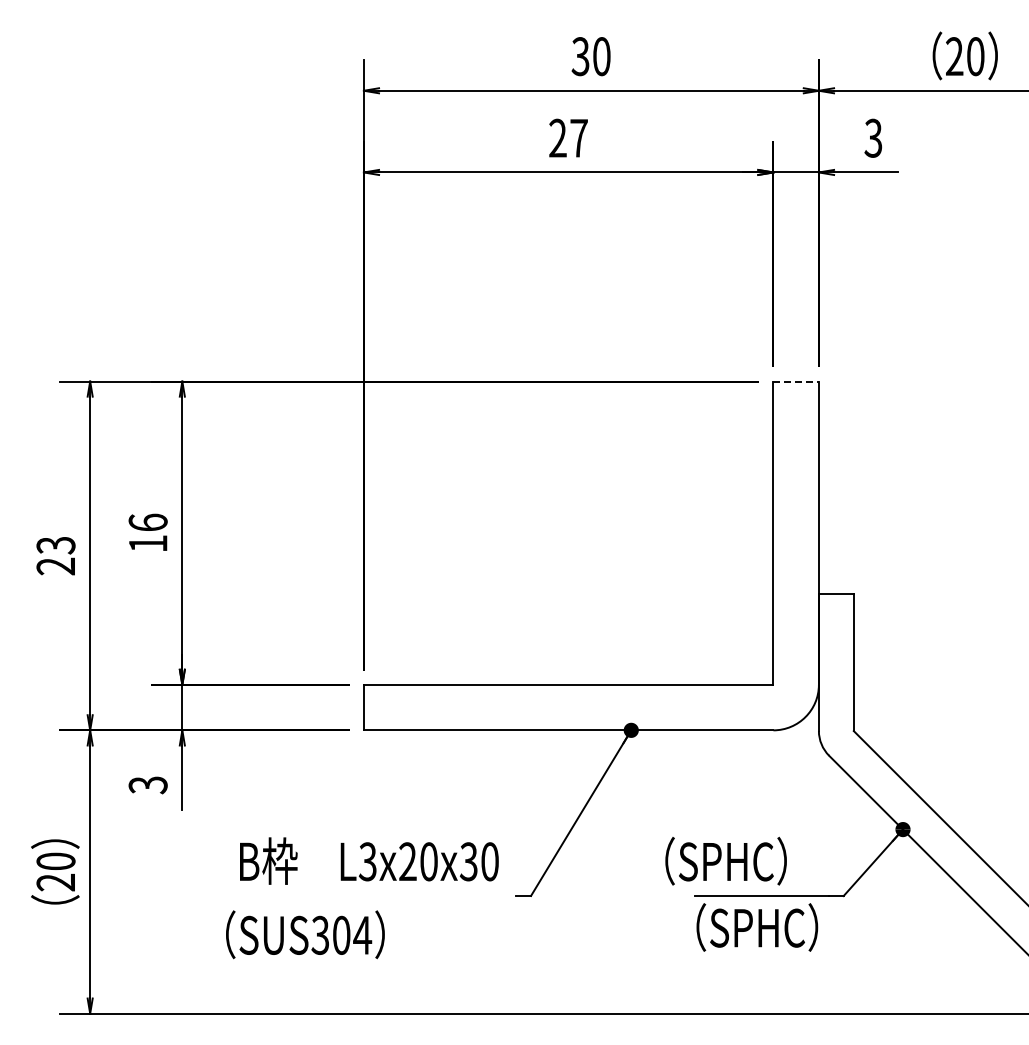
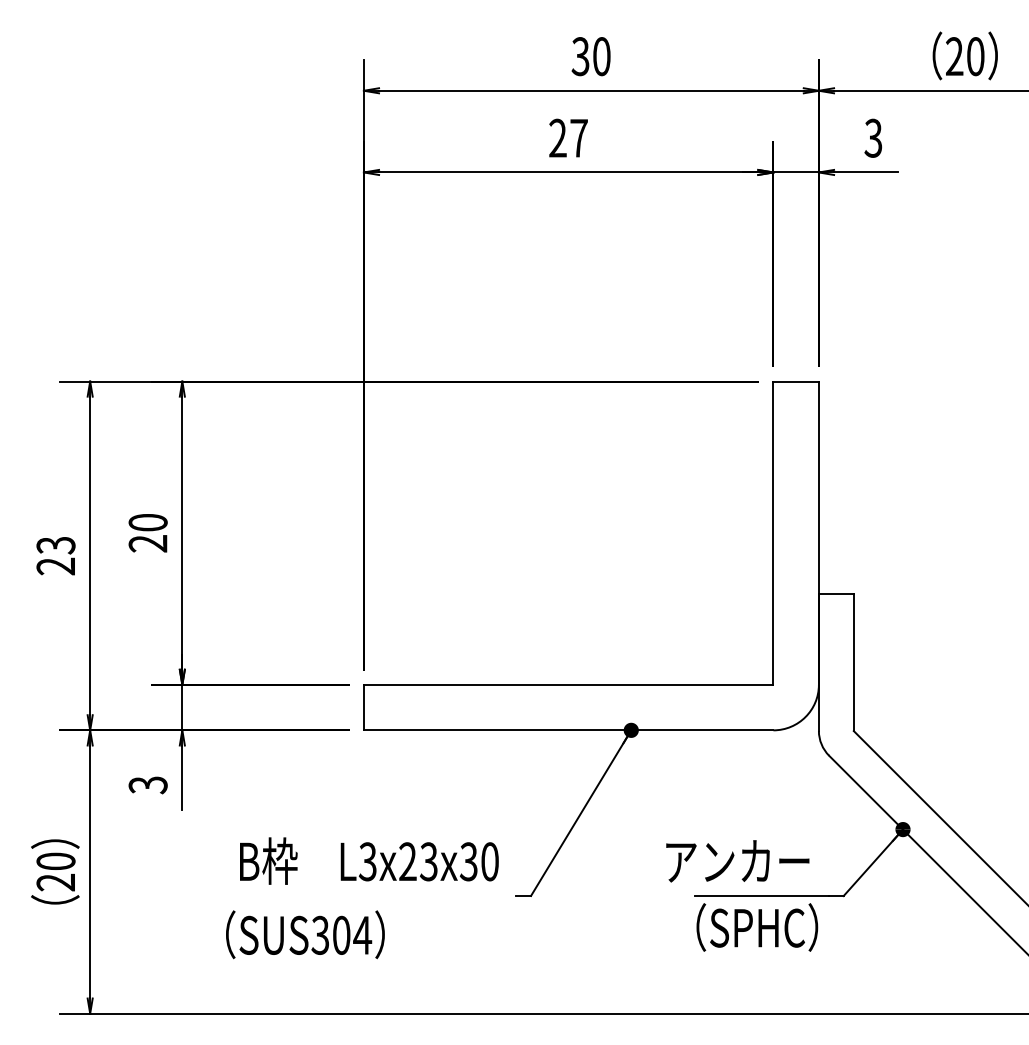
line at (796, 381): dashed -> solid
text at (147, 532): 16 -> 20
text at (737, 860): （SPHC） -> アンカー
text at (428, 861): L3x20x30 -> L3x23x30
